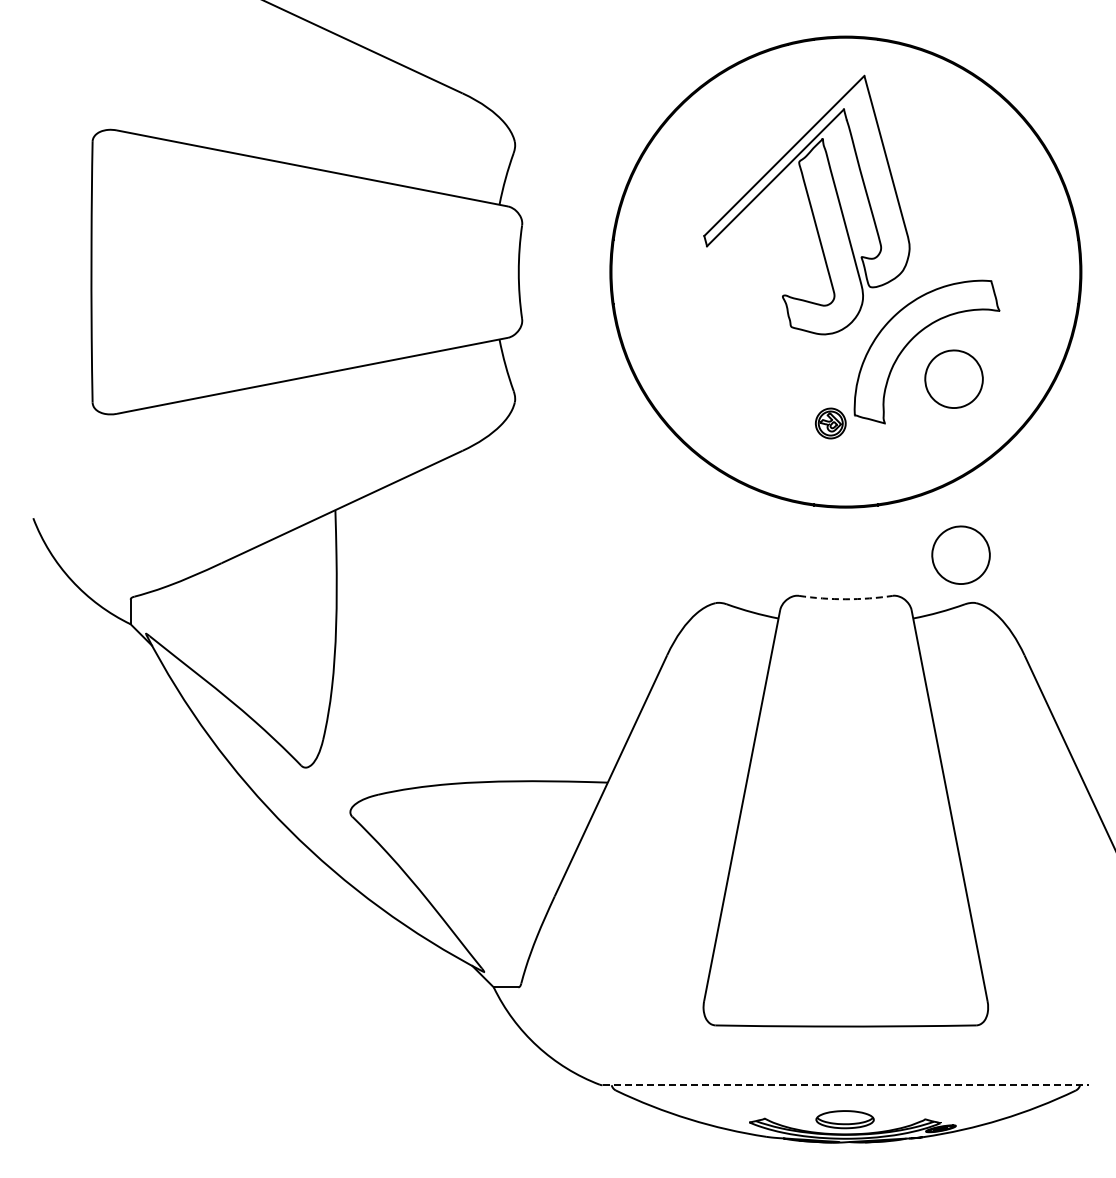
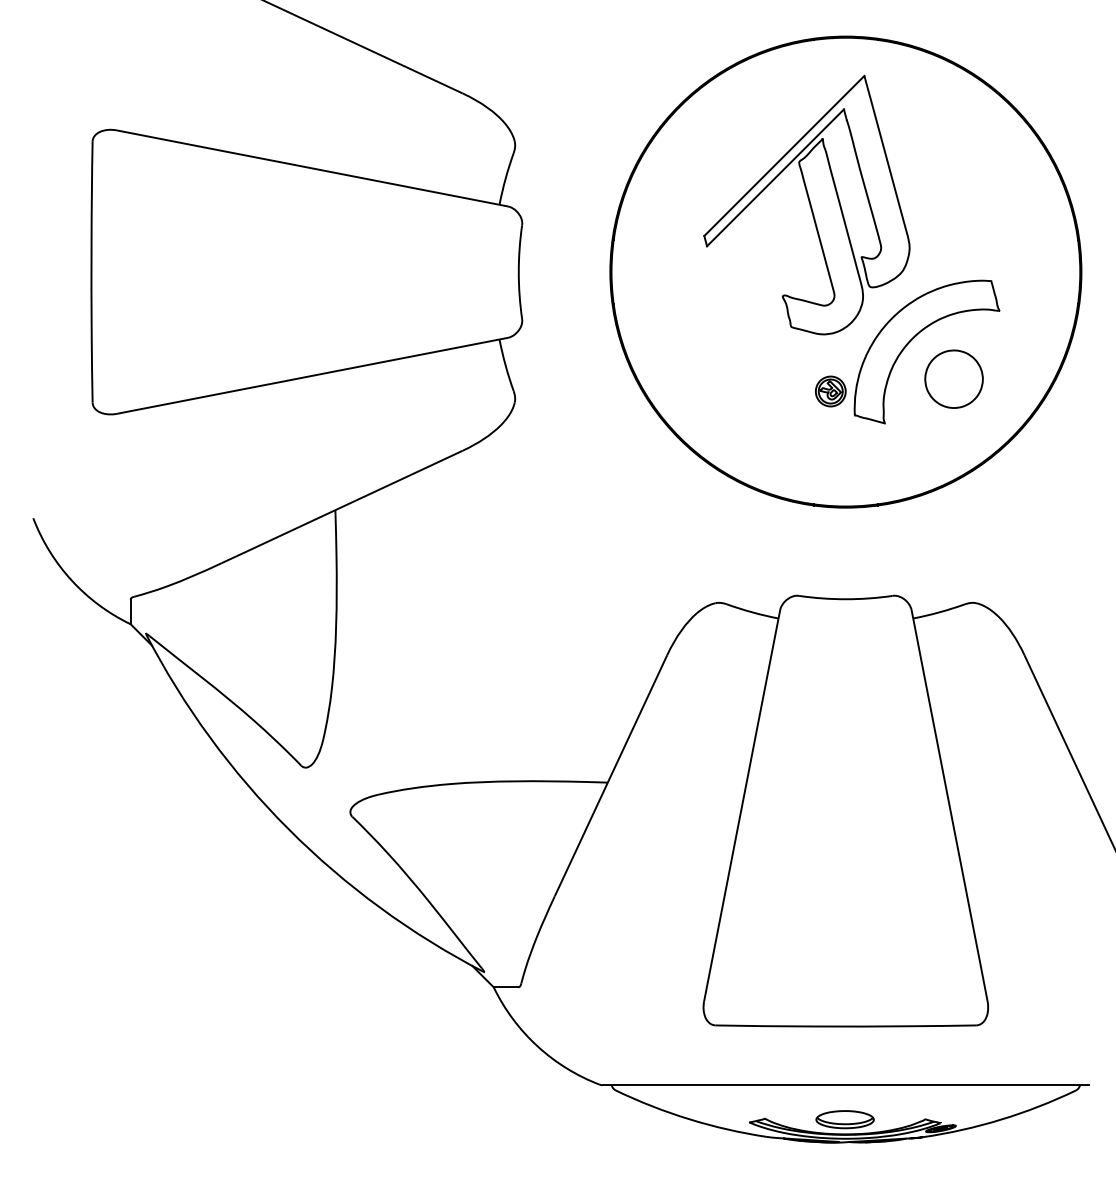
part at (830, 423) position: (830, 423) -> (830, 391)
part at (960, 554): present -> none
arc at (845, 599): dashed -> solid
line at (846, 1085): dashed -> solid
